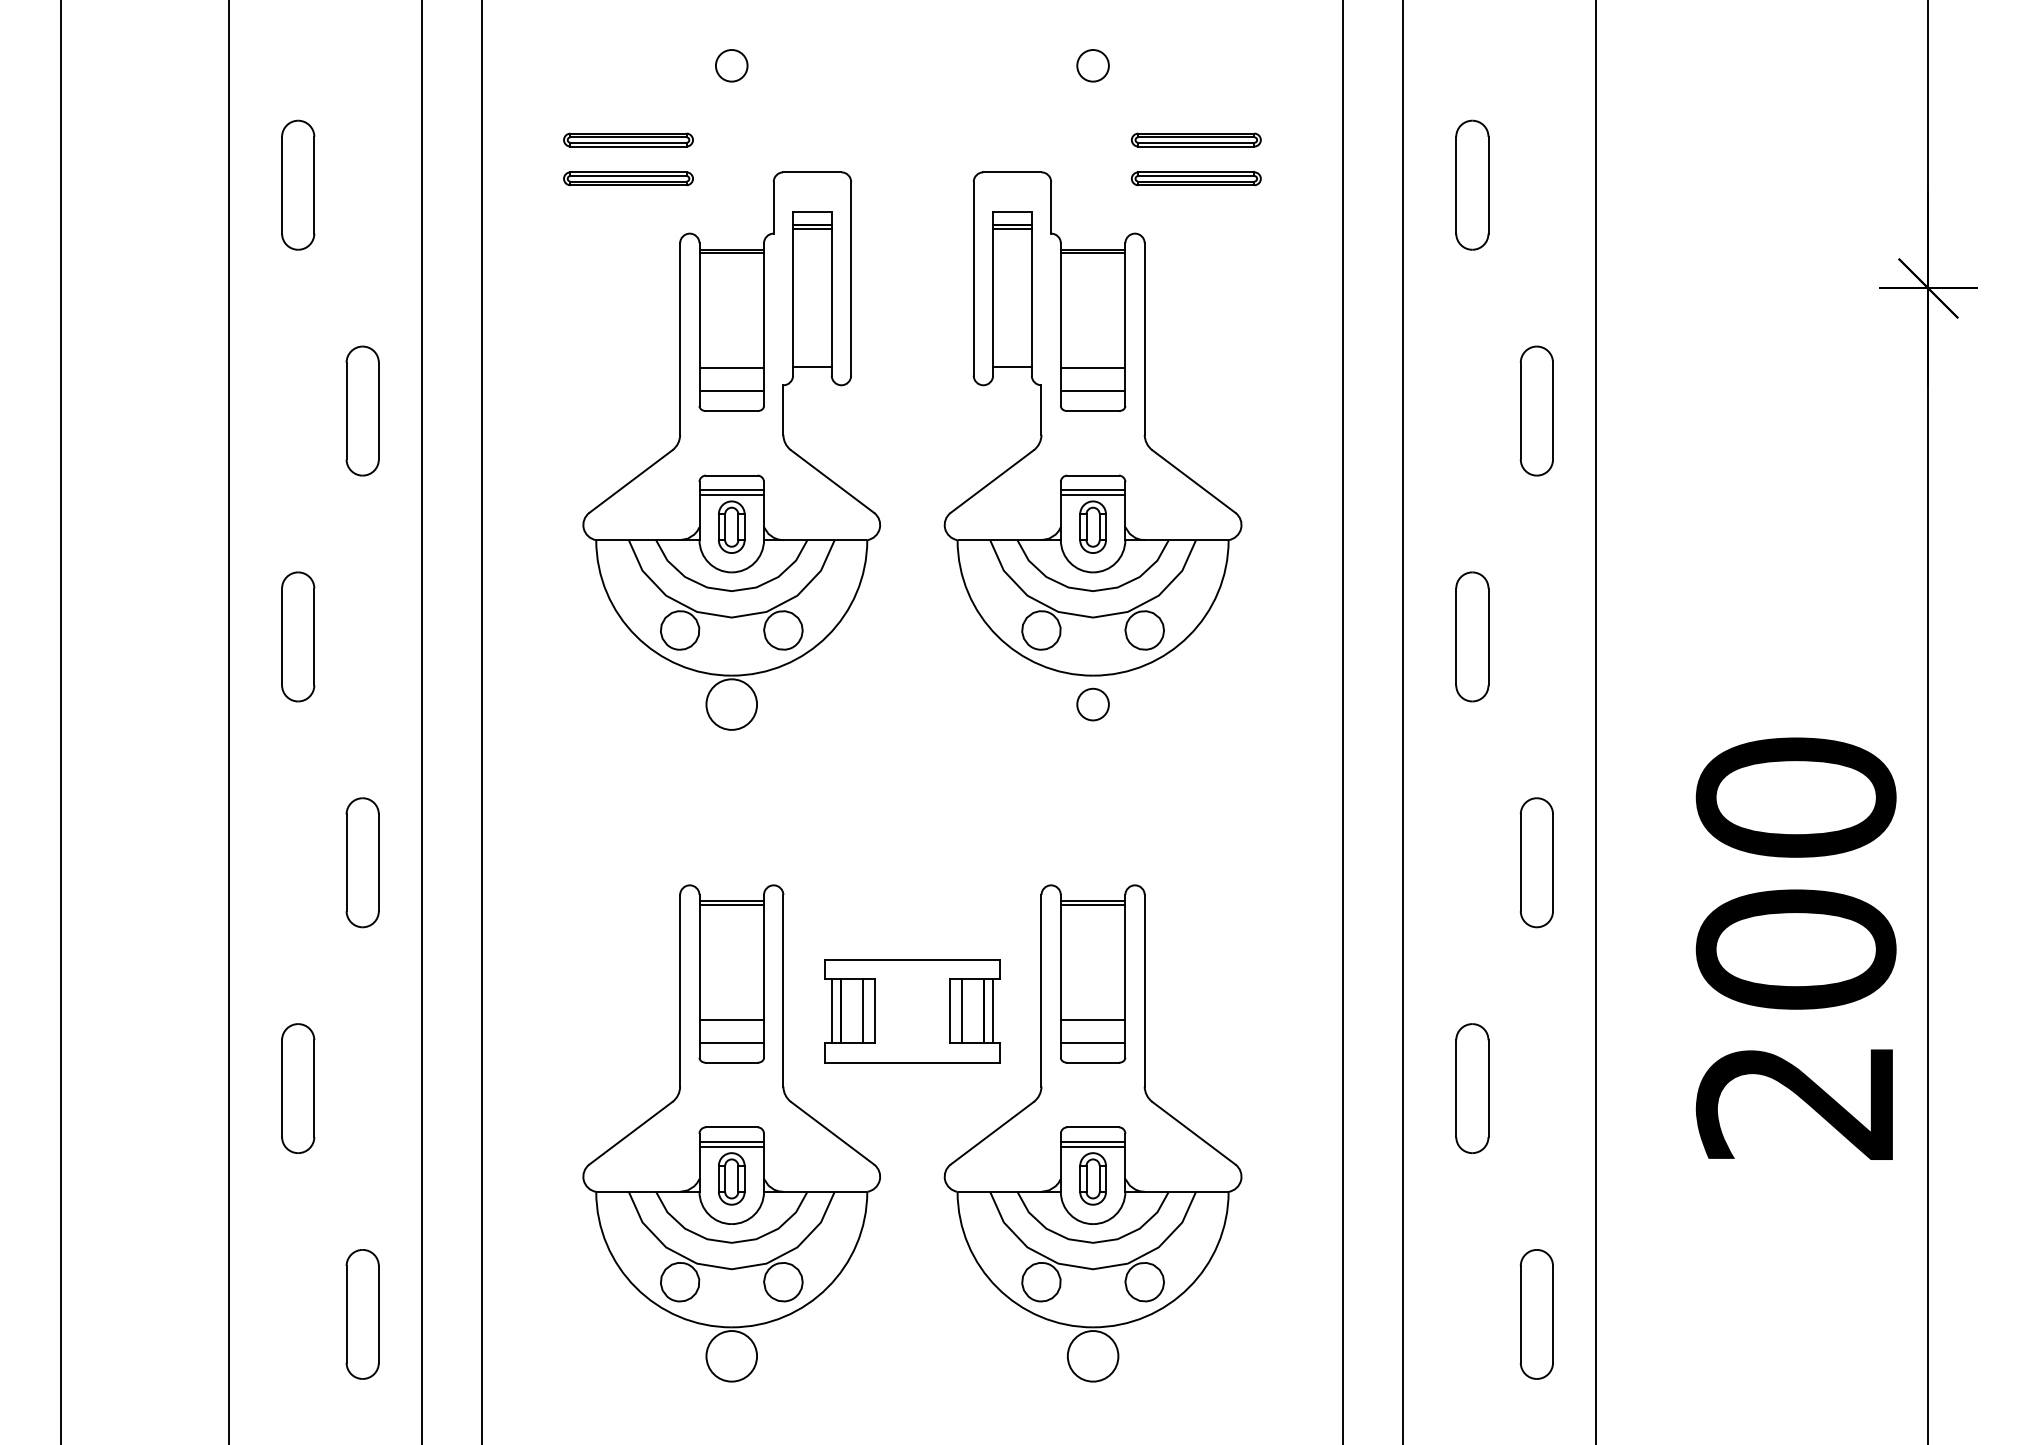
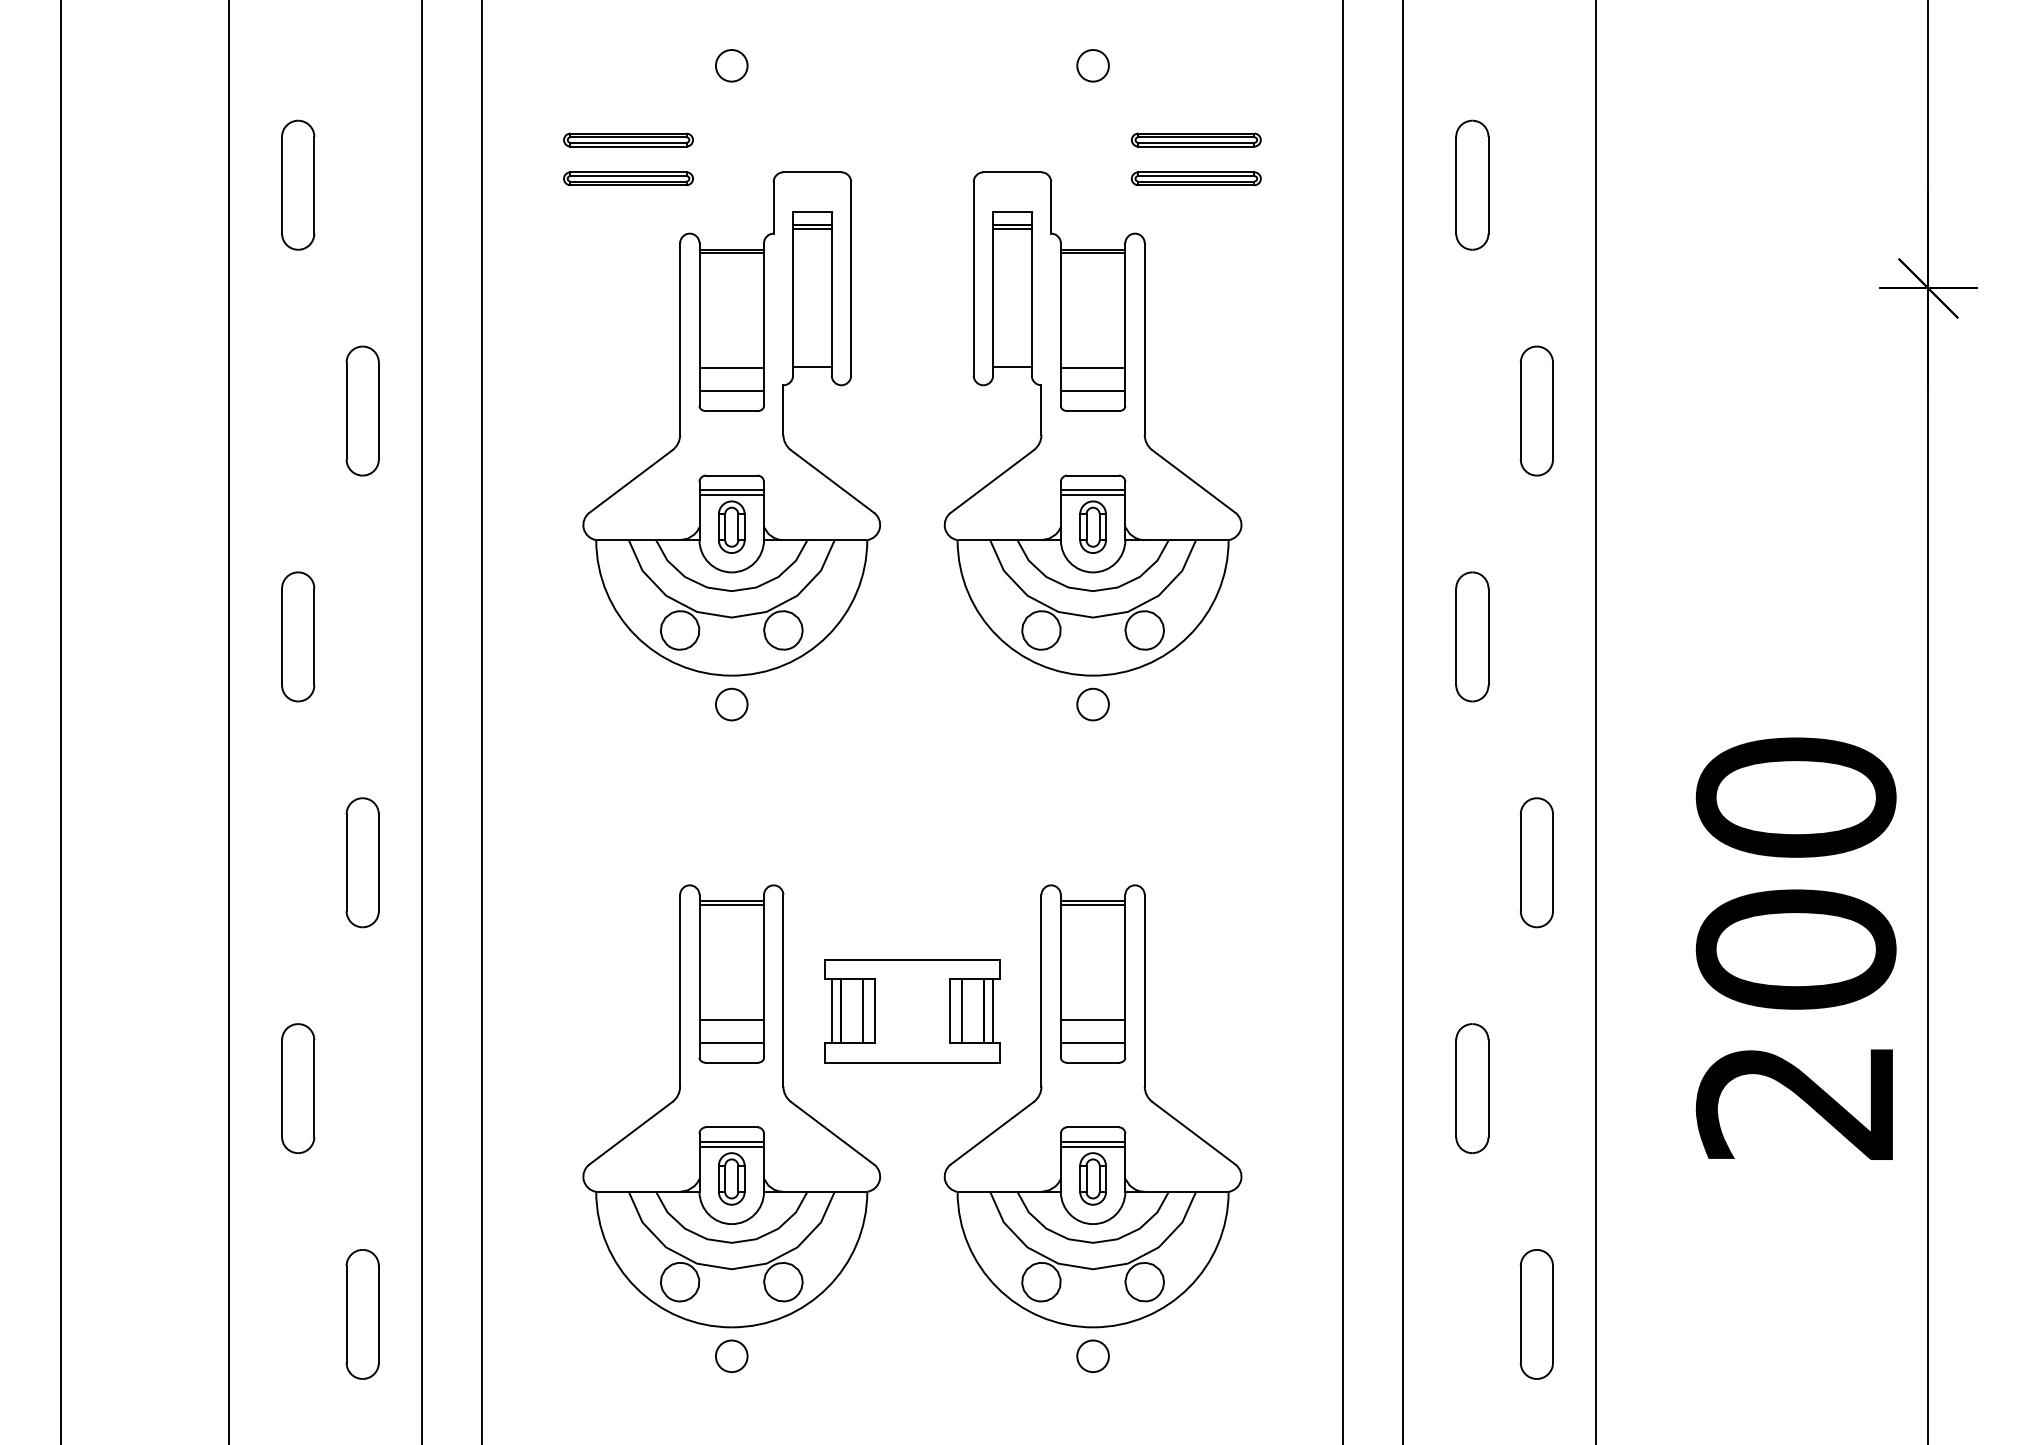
circle at (731, 704) diameter: 51 px -> 32 px
circle at (731, 1356) diameter: 51 px -> 32 px
circle at (1092, 1356) diameter: 51 px -> 32 px
